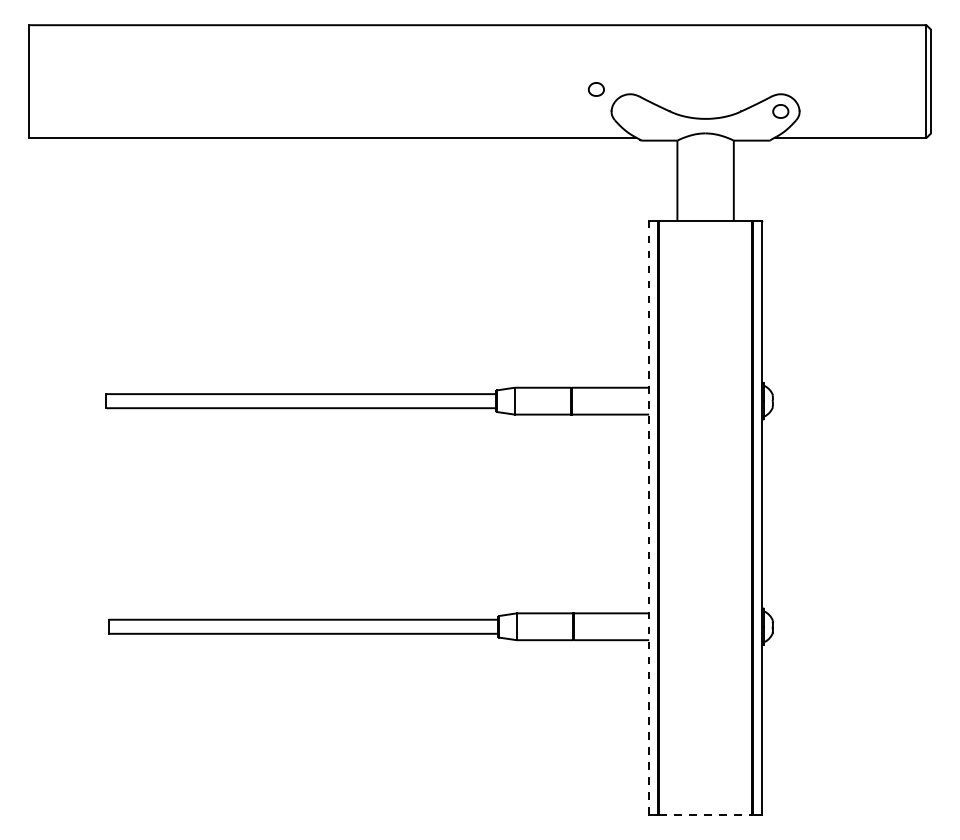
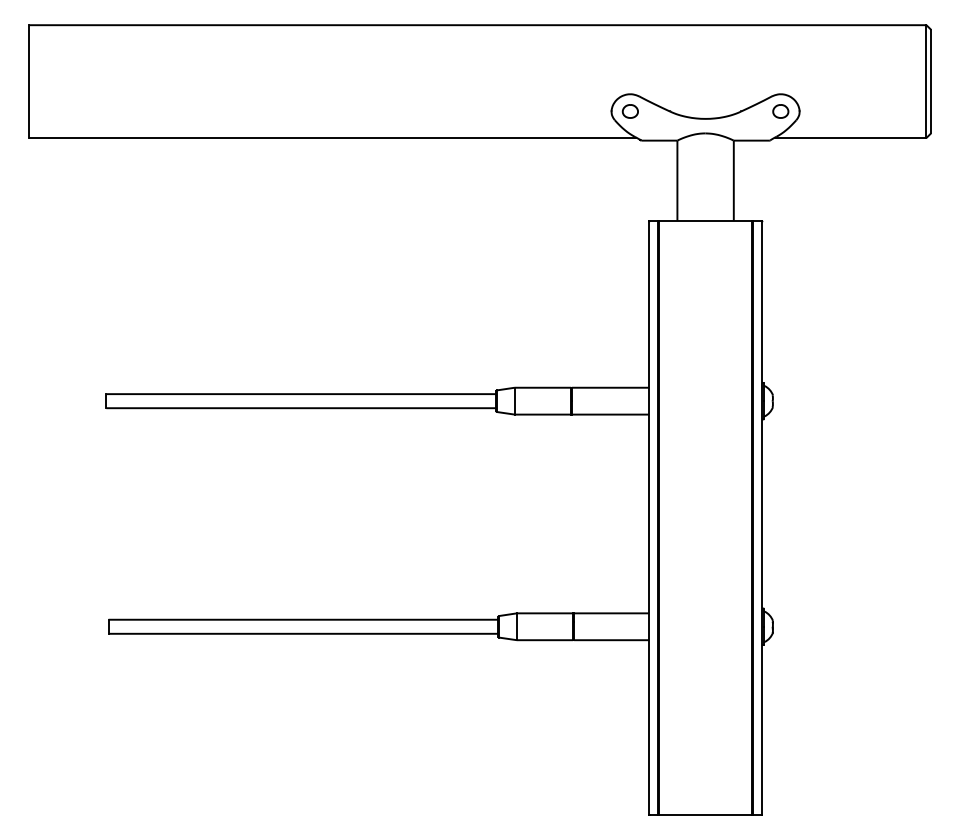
part at (595, 89) position: (595, 89) -> (629, 111)
line at (649, 518): dashed -> solid
line at (705, 814): dashed -> solid
